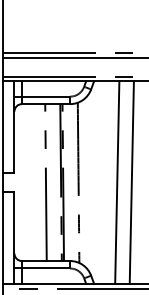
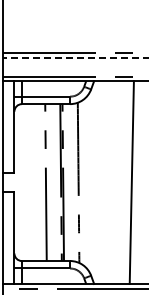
line at (75, 57): solid -> dashed
line at (117, 182): present -> none
